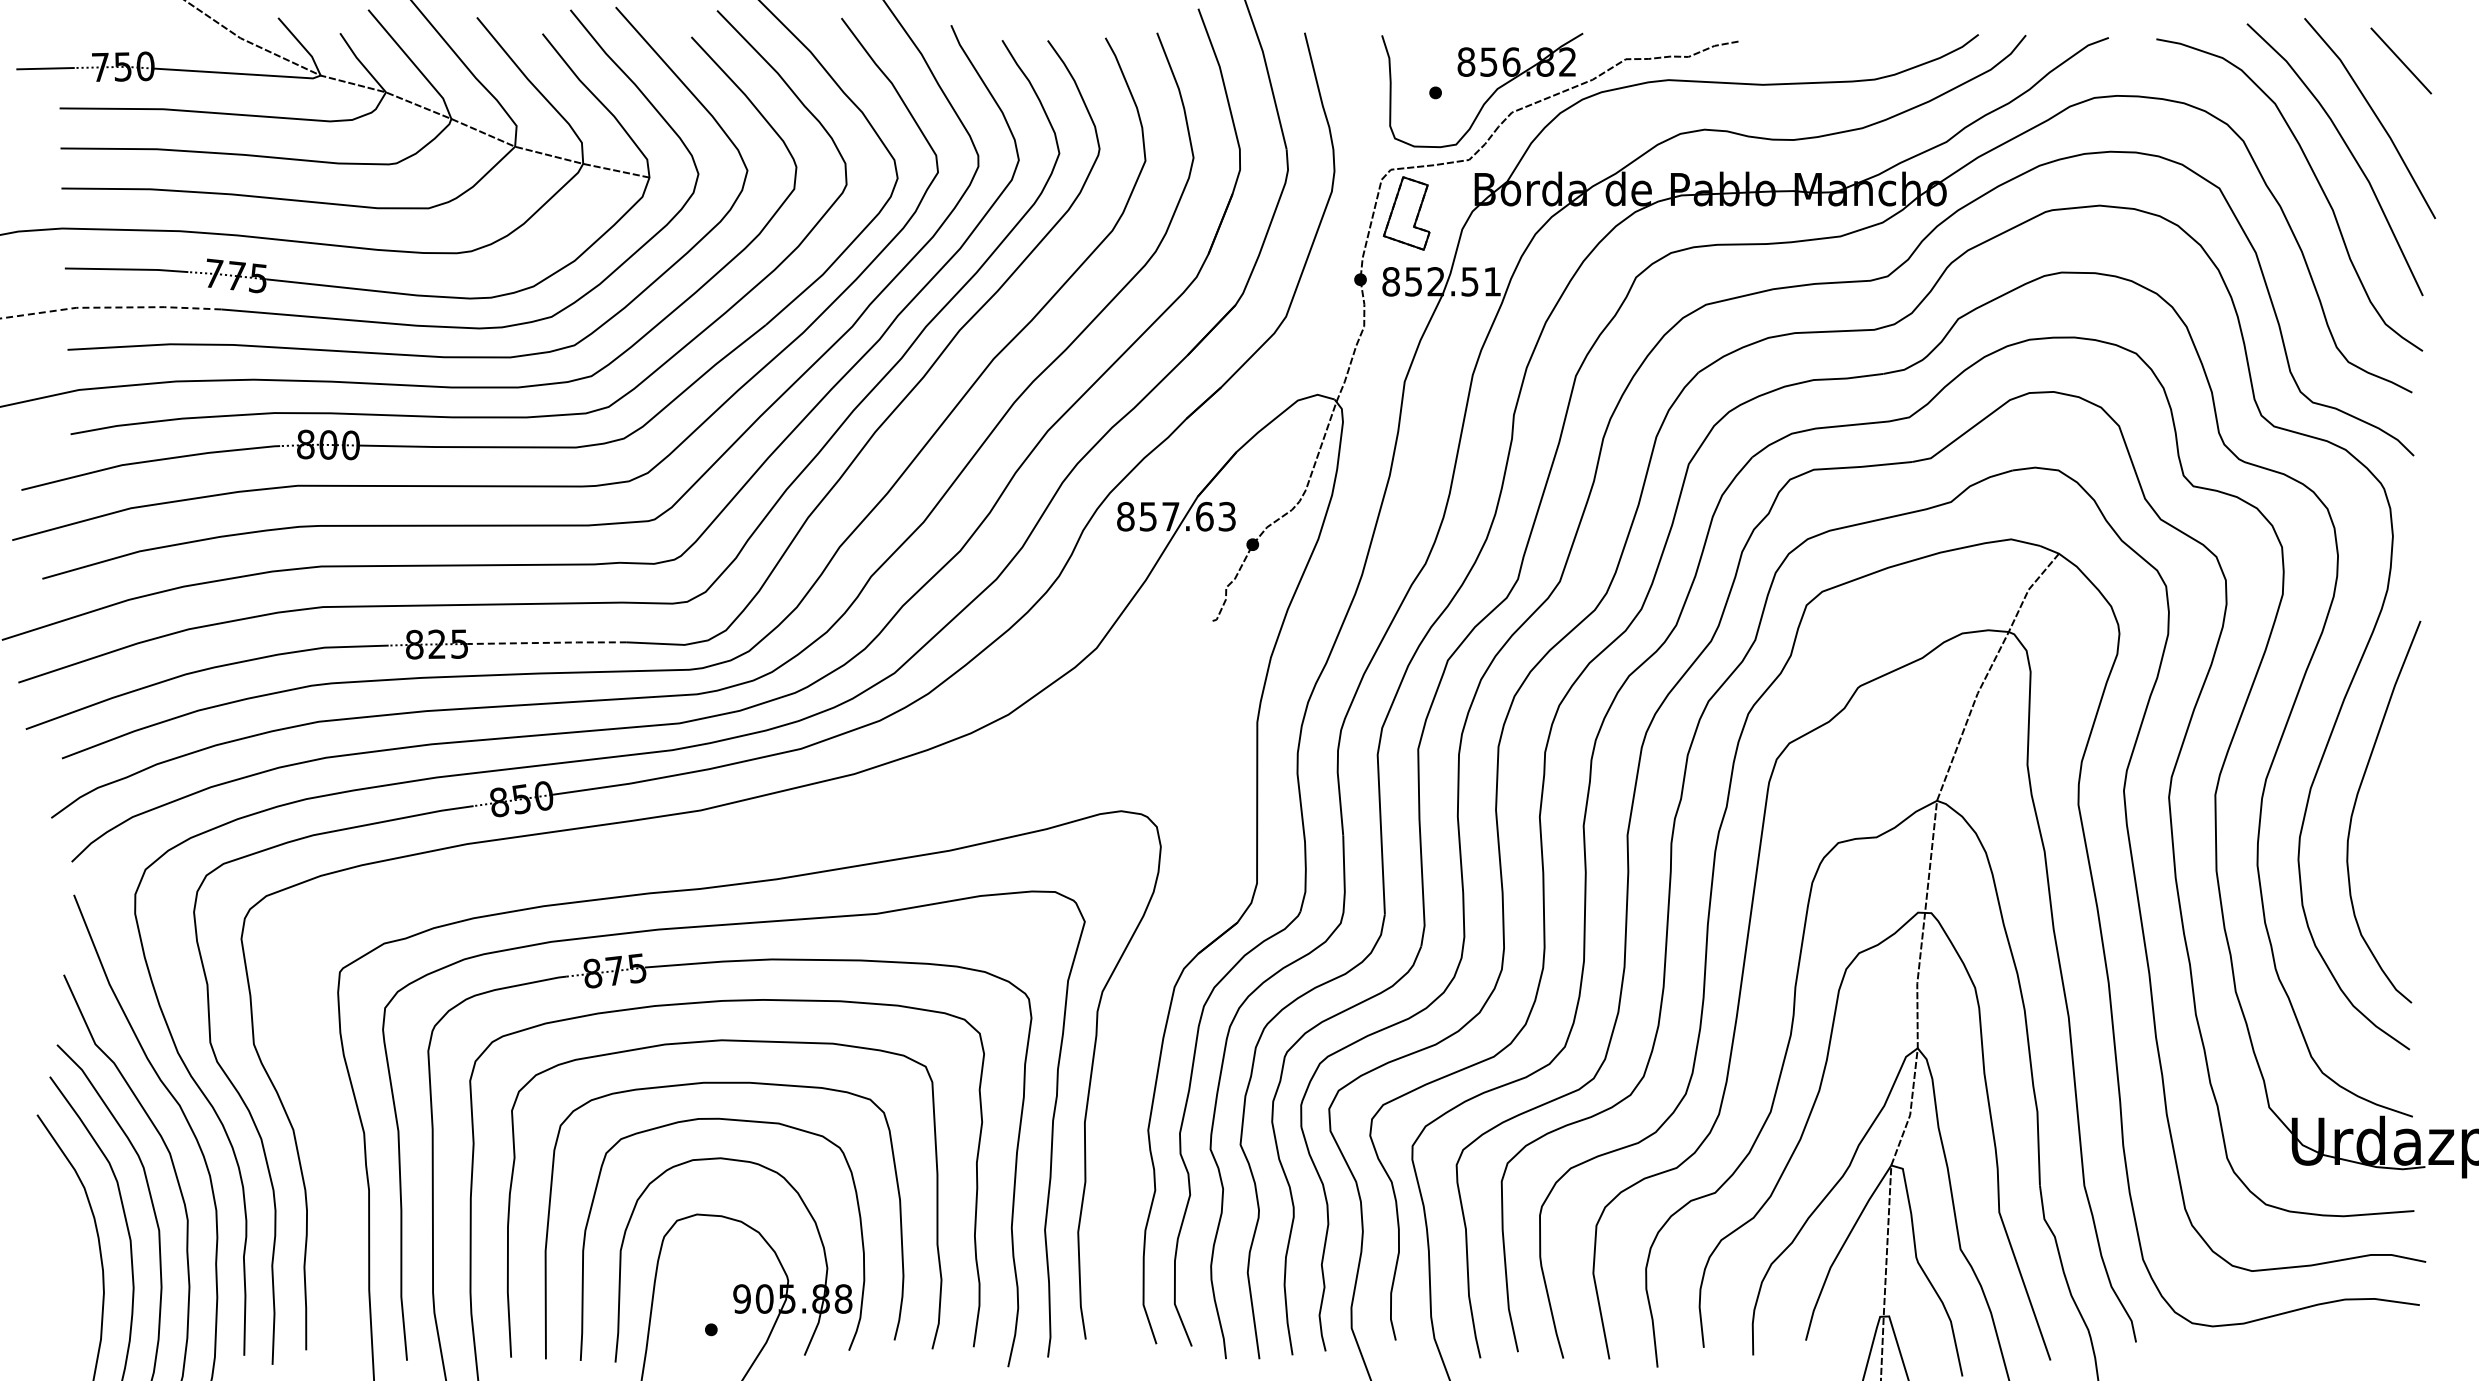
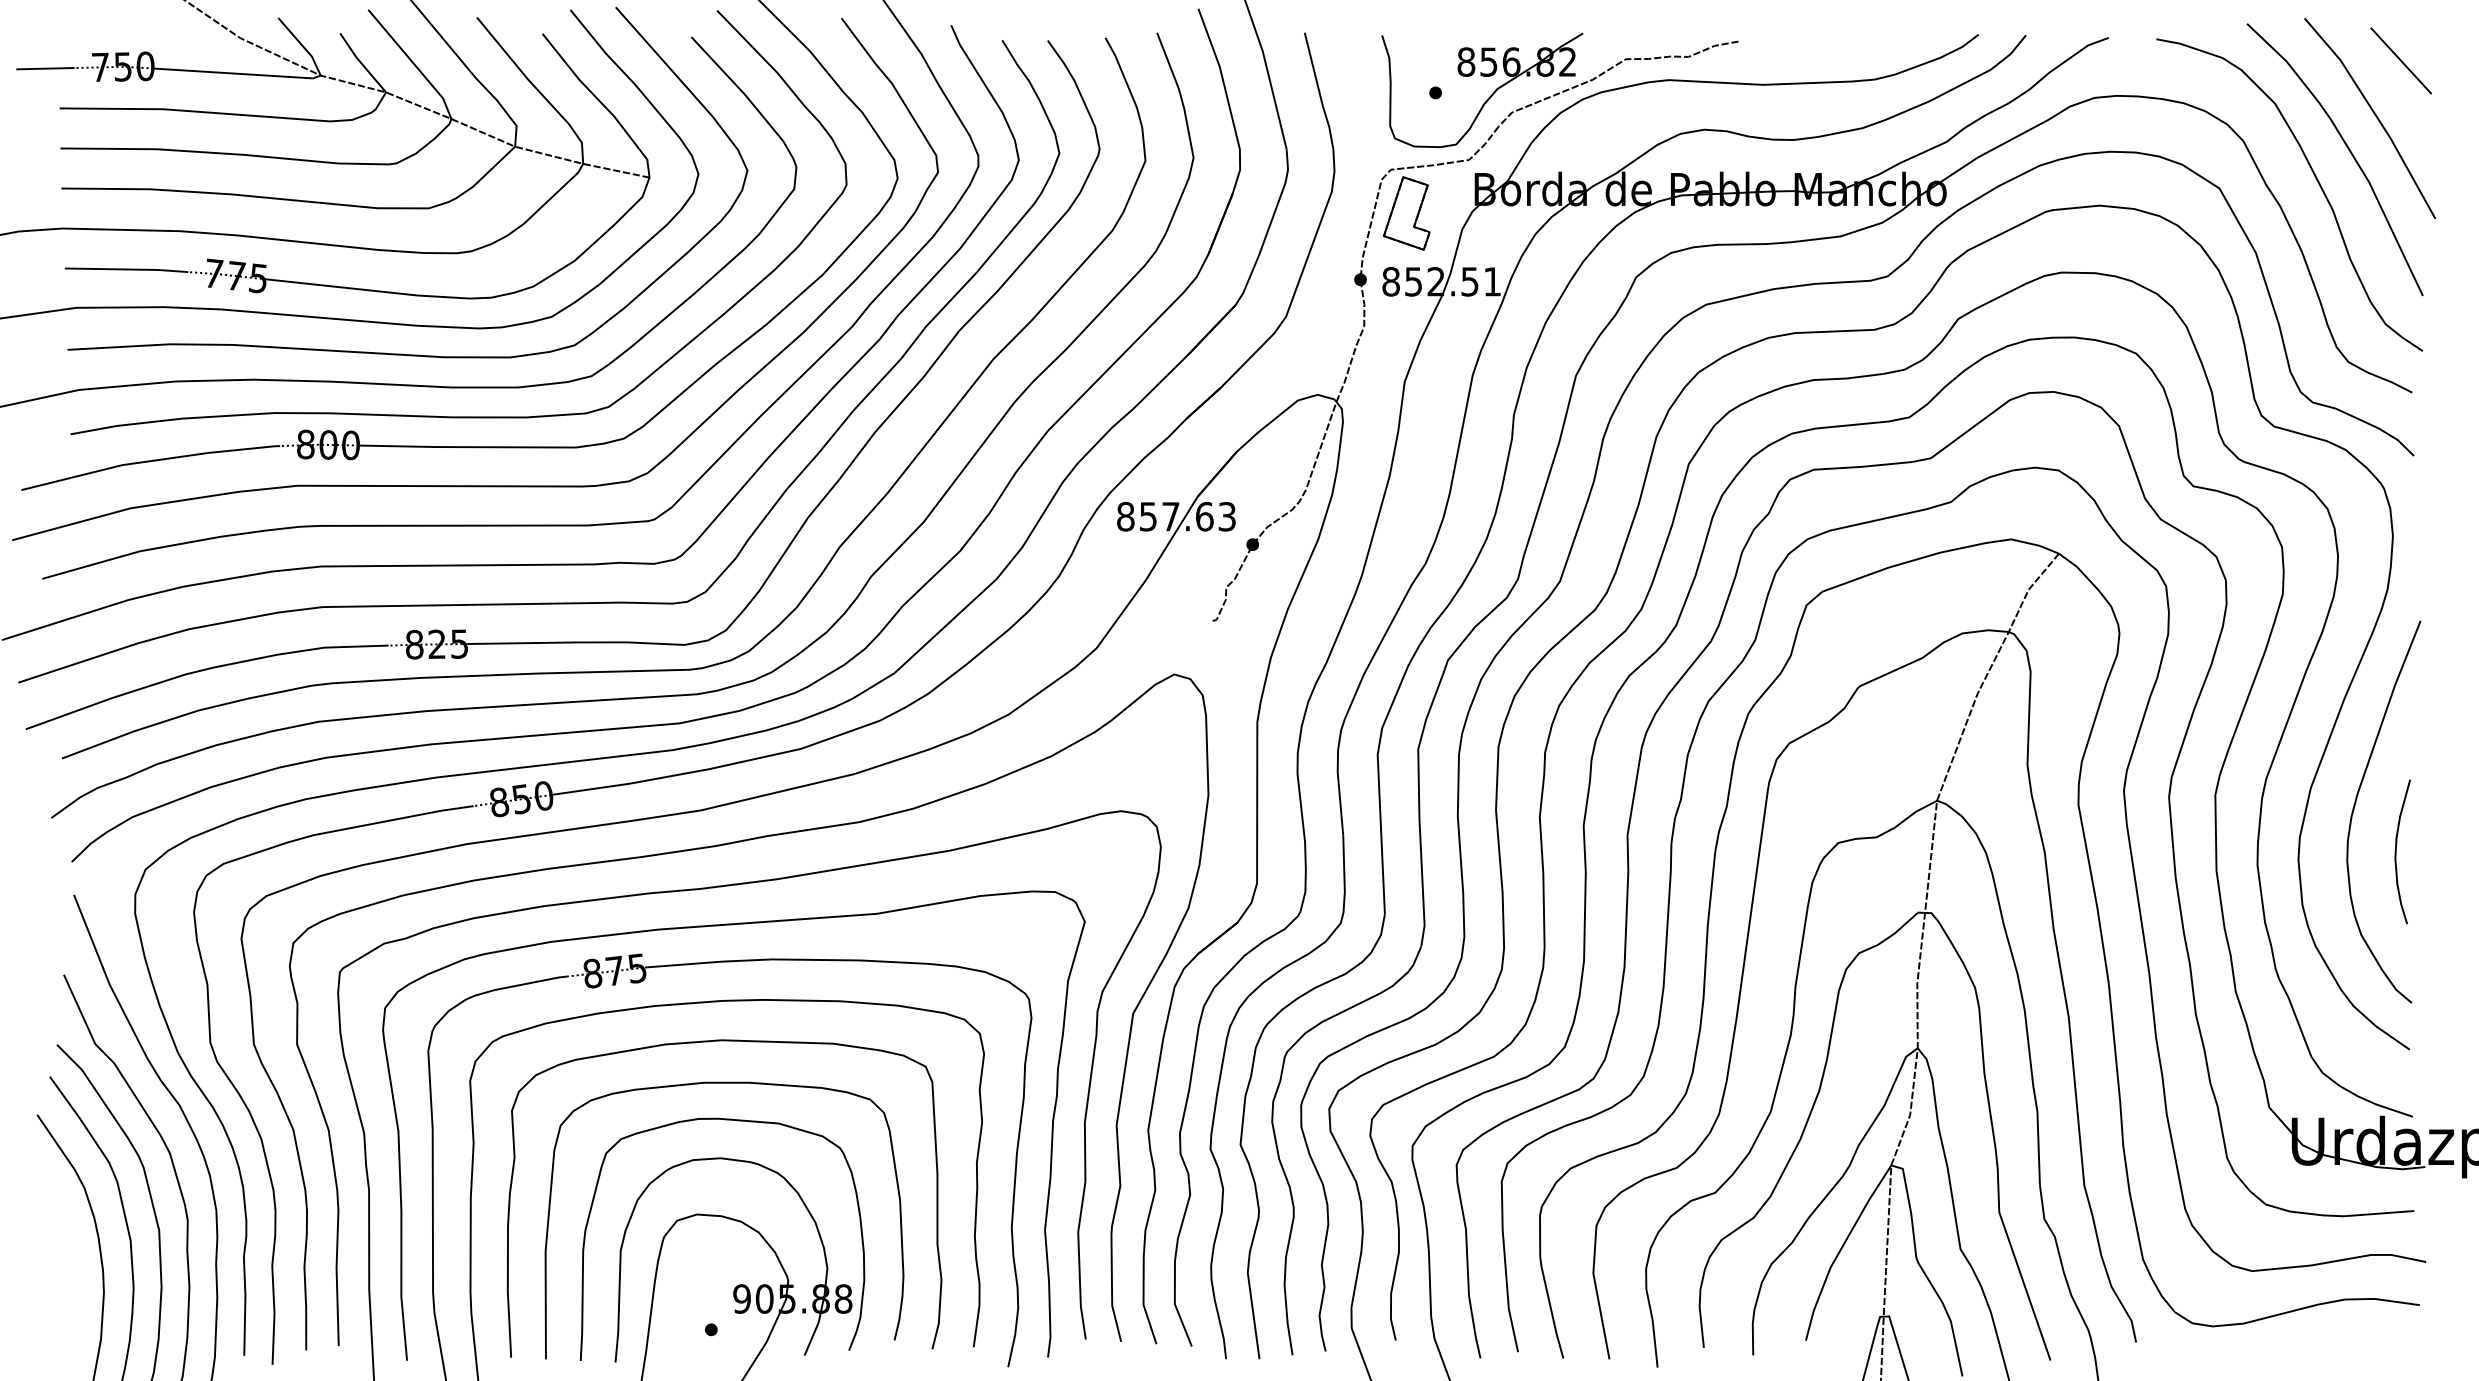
line at (110, 307): dashed -> solid
line at (547, 642): dashed -> solid
curve at (720, 846): none -> present
curve at (2396, 851): none -> present
